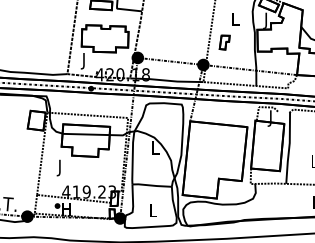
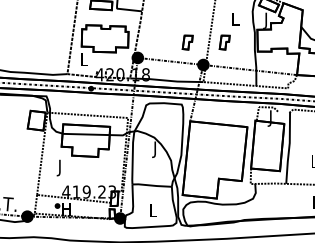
part at (187, 42): none -> present
text at (83, 61): J -> L
text at (155, 149): L -> J
